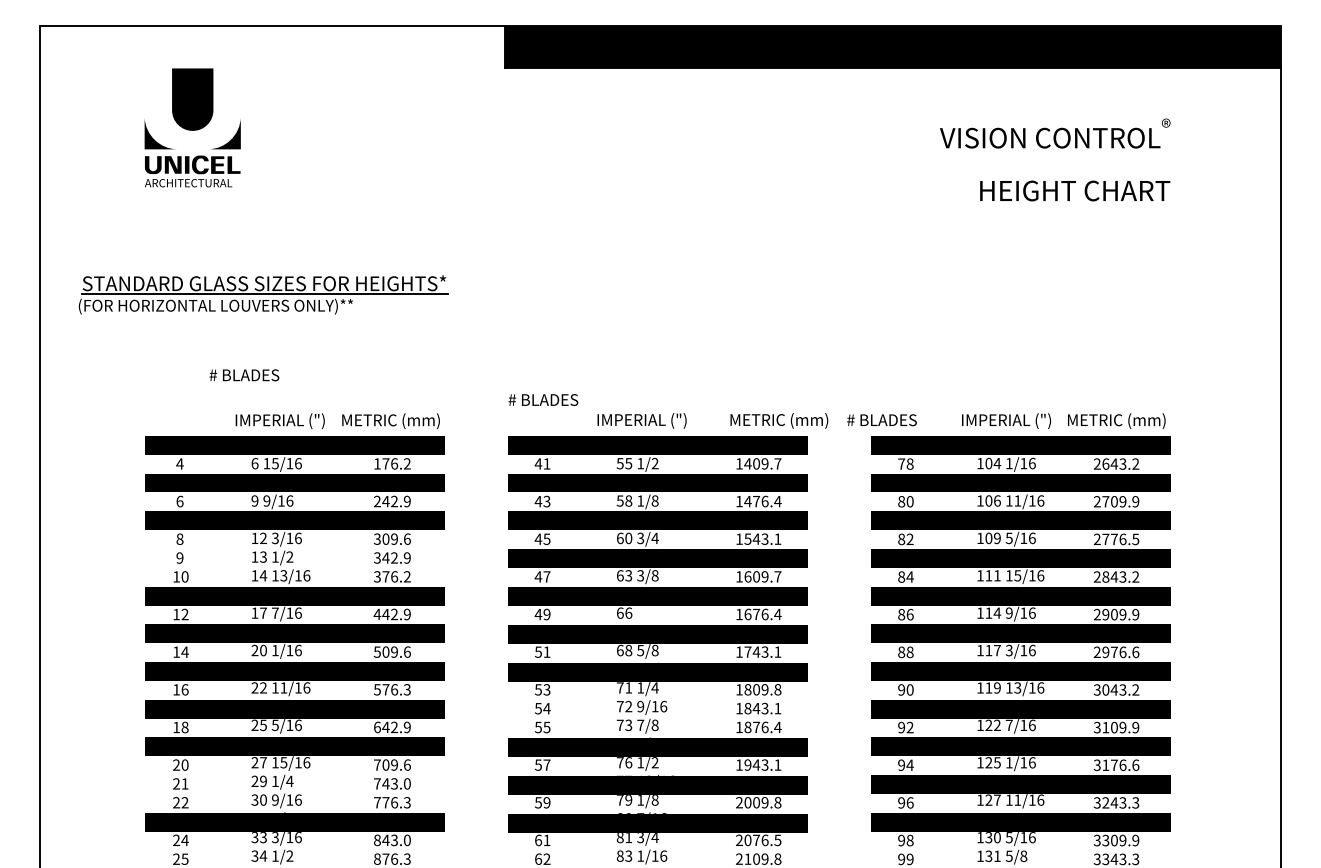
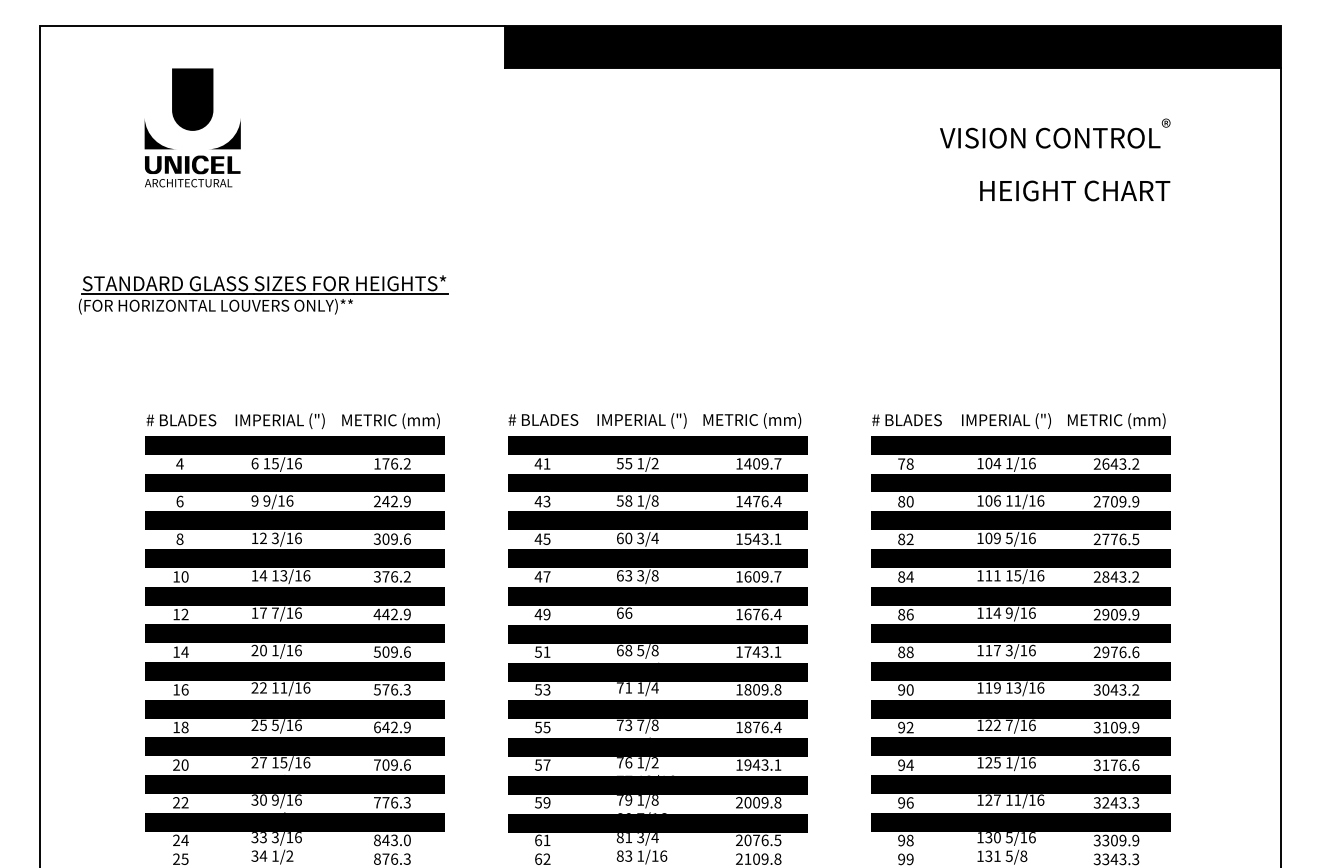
text at (244, 375) position: (244, 375) -> (181, 420)
text at (543, 399) position: (543, 399) -> (543, 419)
text at (779, 420) position: (779, 420) -> (752, 420)
text at (881, 420) position: (881, 420) -> (906, 420)
fill at (294, 557): none -> present
fill at (657, 709): none -> present
fill at (294, 784): none -> present
